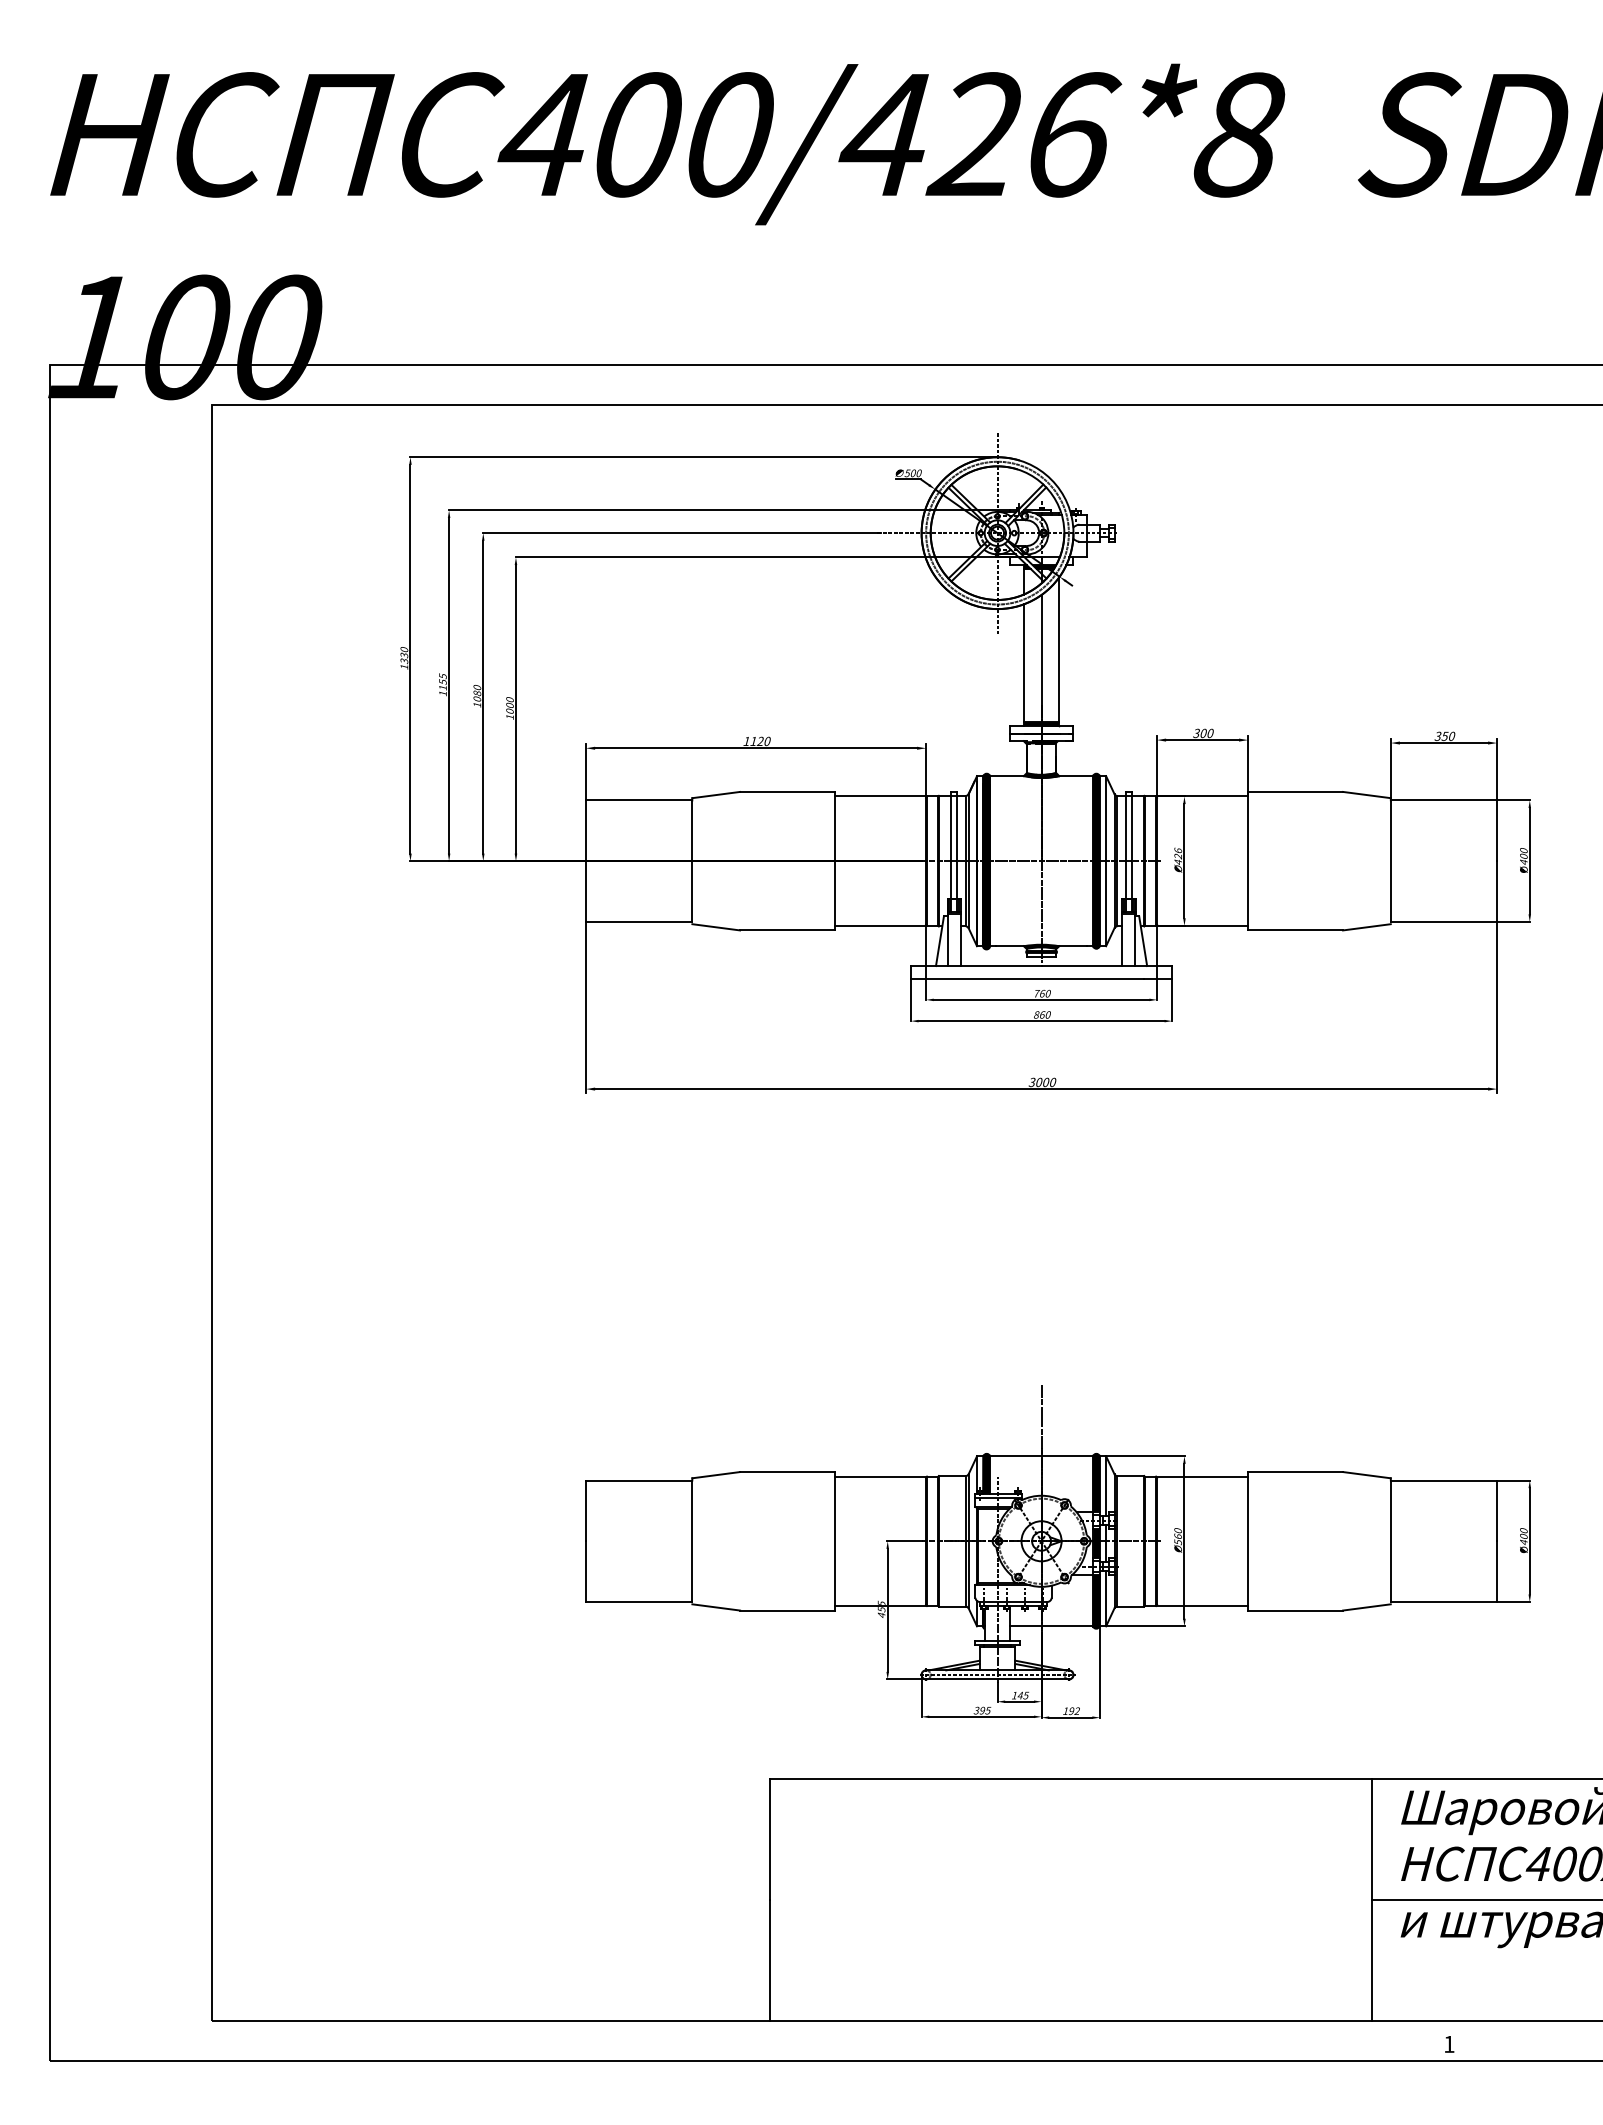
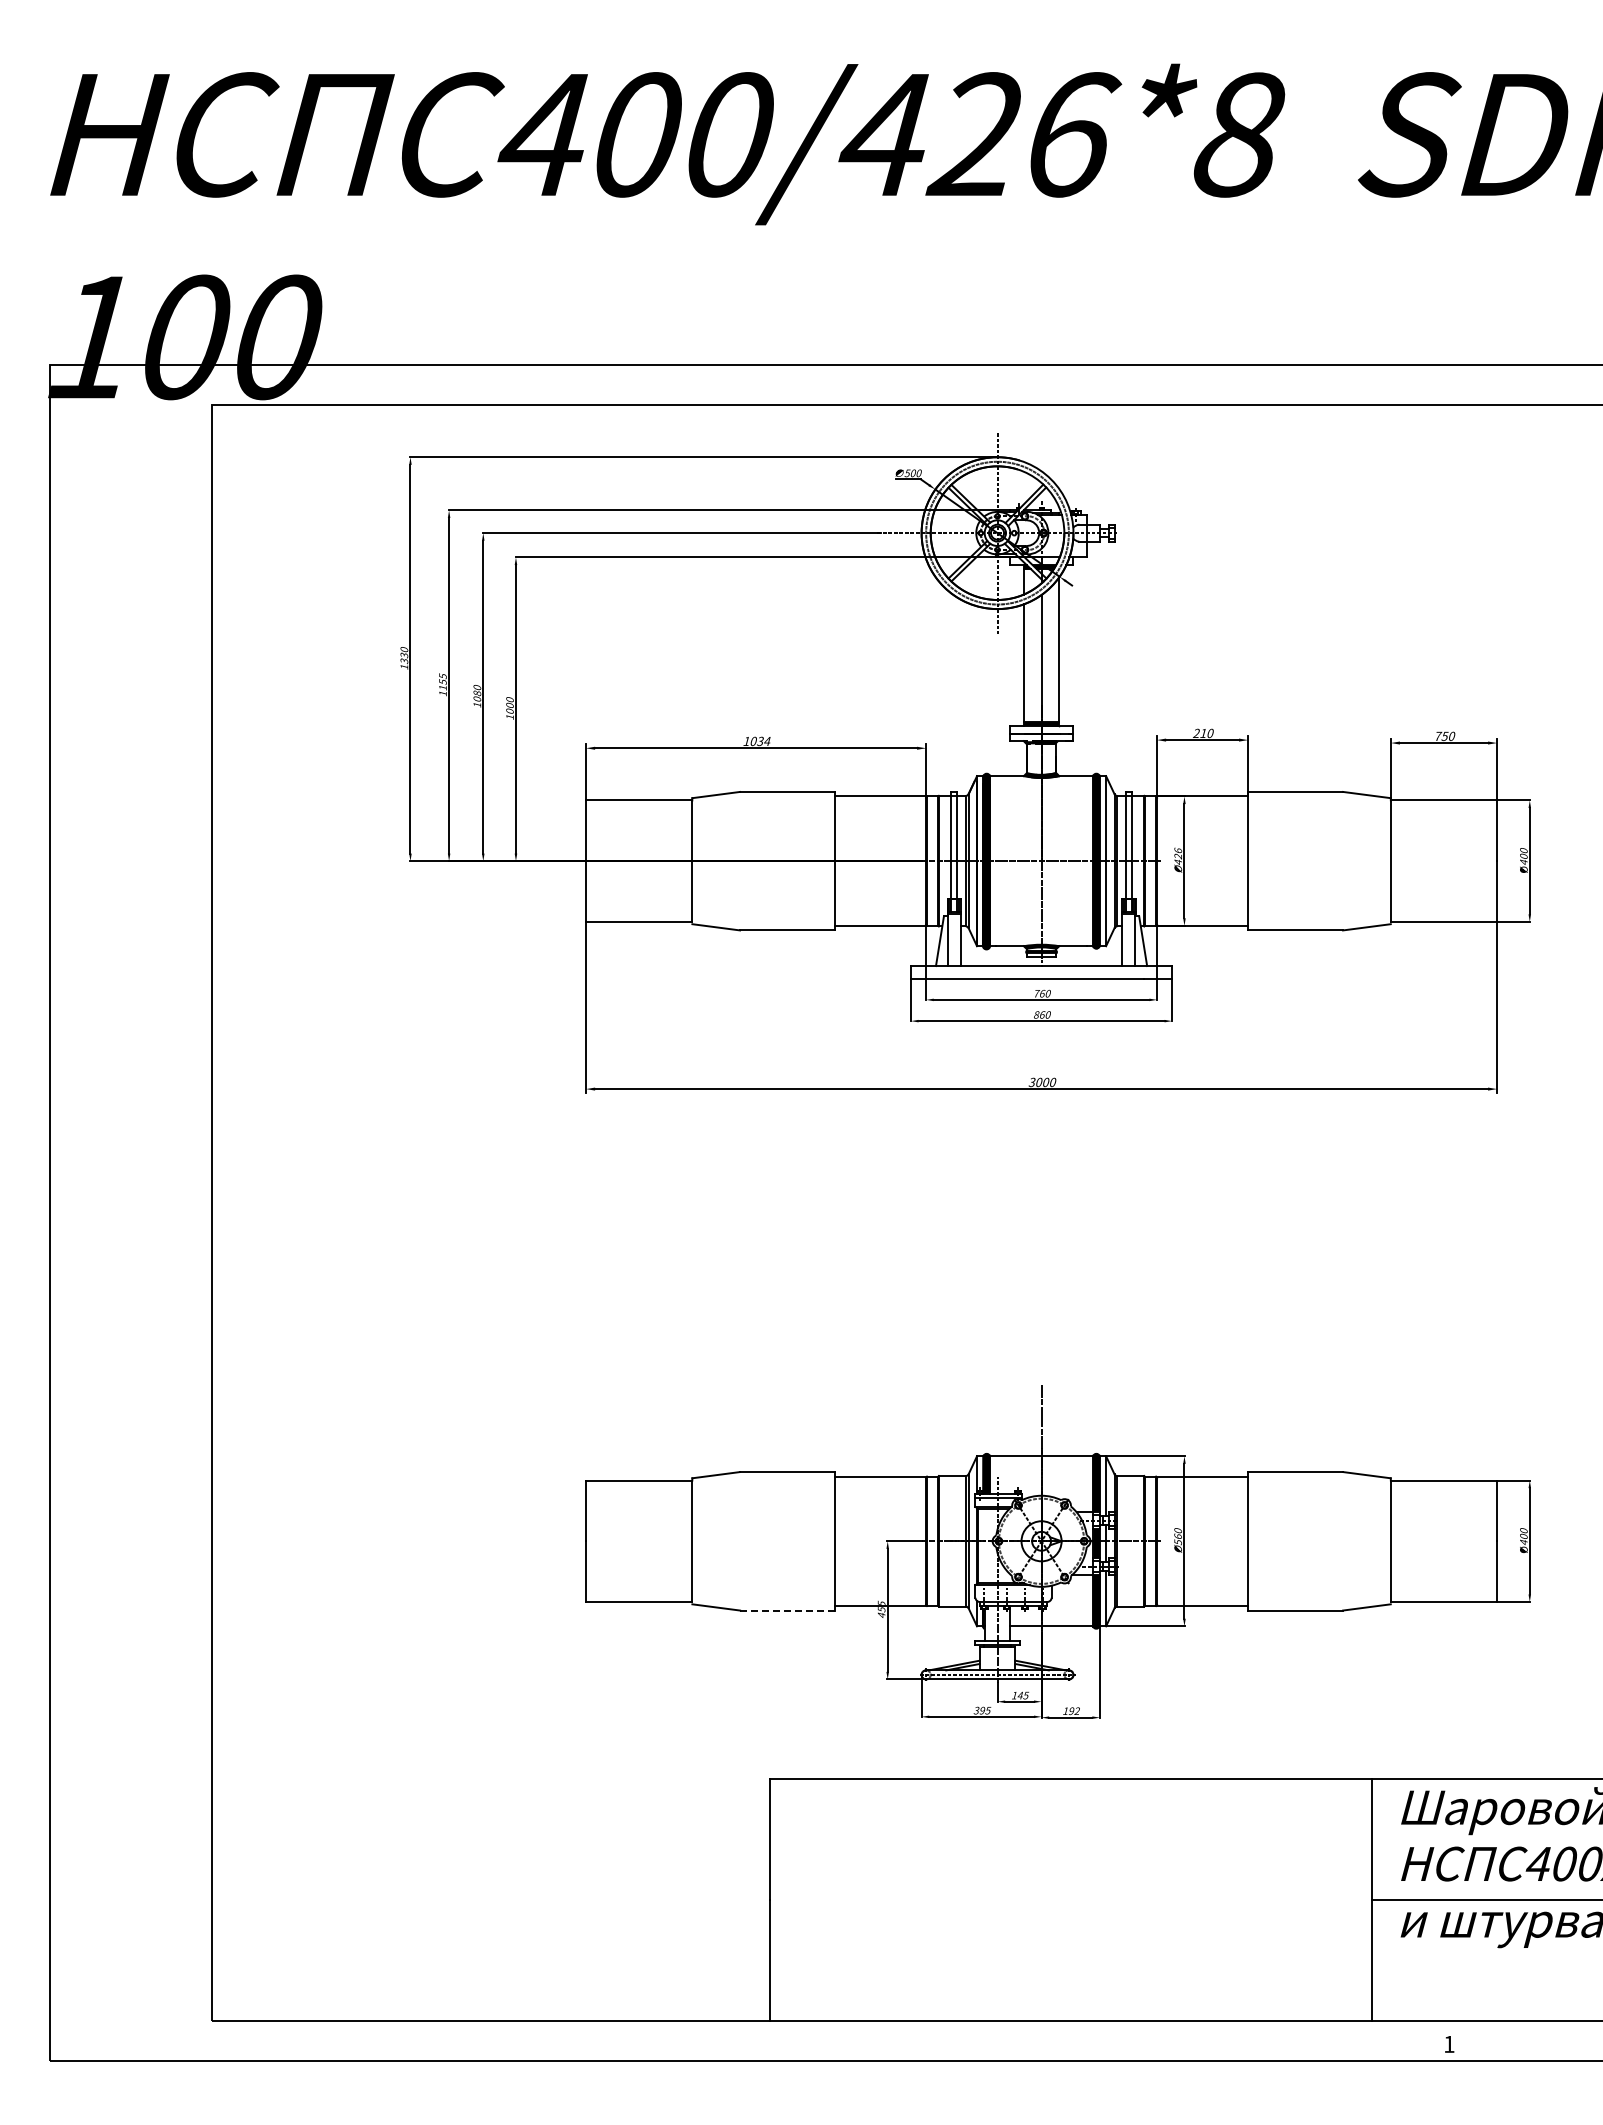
text at (1199, 733): 300 -> 210
text at (1438, 736): 350 -> 750
text at (760, 741): 1120 -> 1034
line at (787, 1610): solid -> dashed
